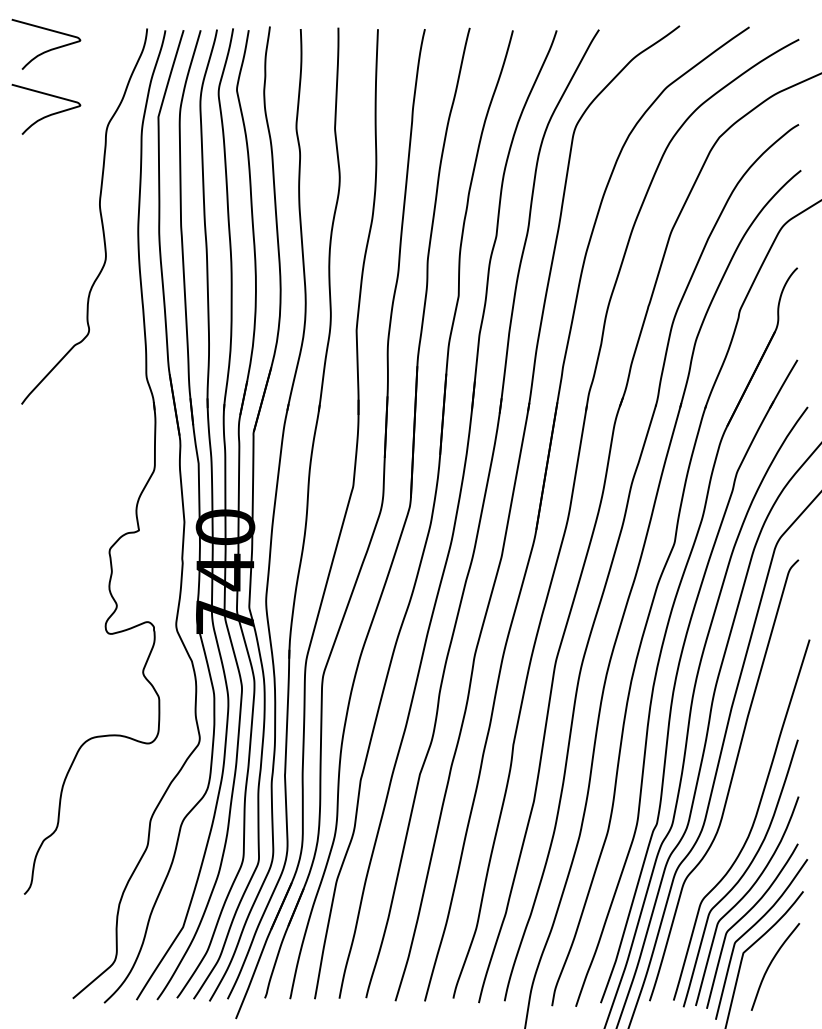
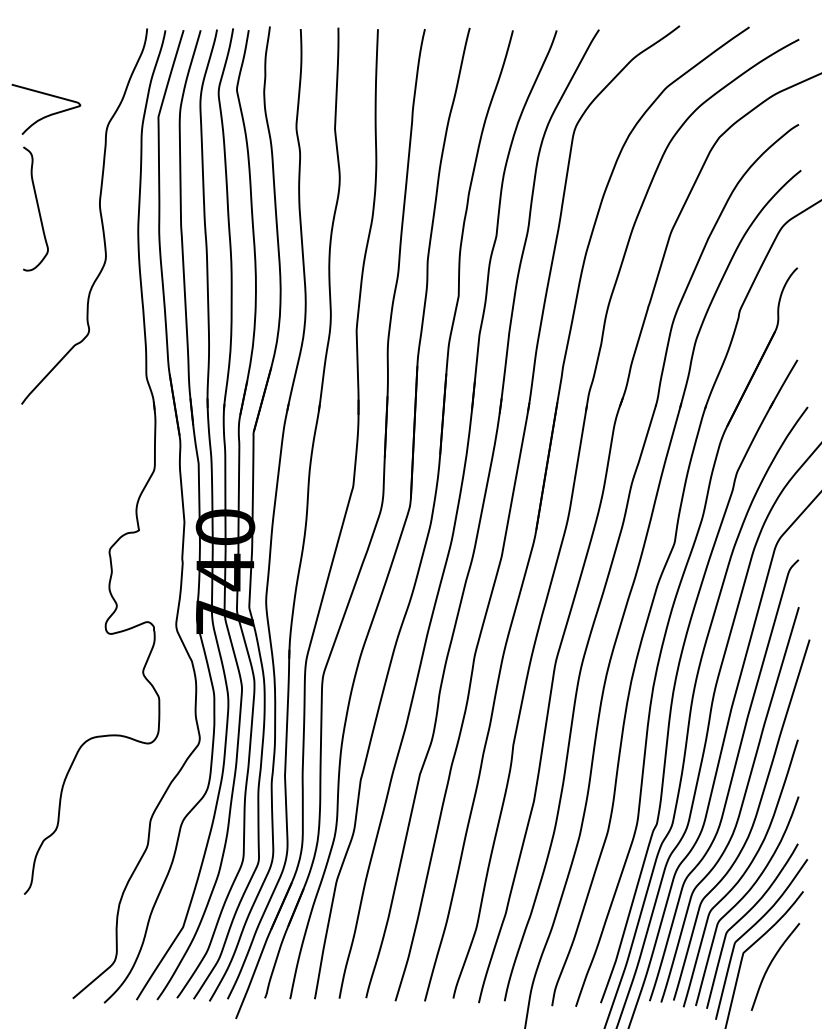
curve at (48, 49): present -> none
curve at (37, 208): none -> present
curve at (740, 806): none -> present
